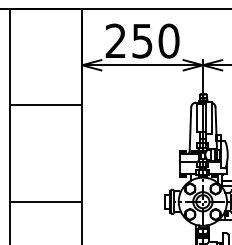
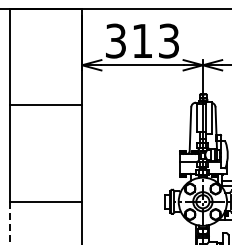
text at (142, 40): 250 -> 313
line at (9, 223): solid -> dashed
